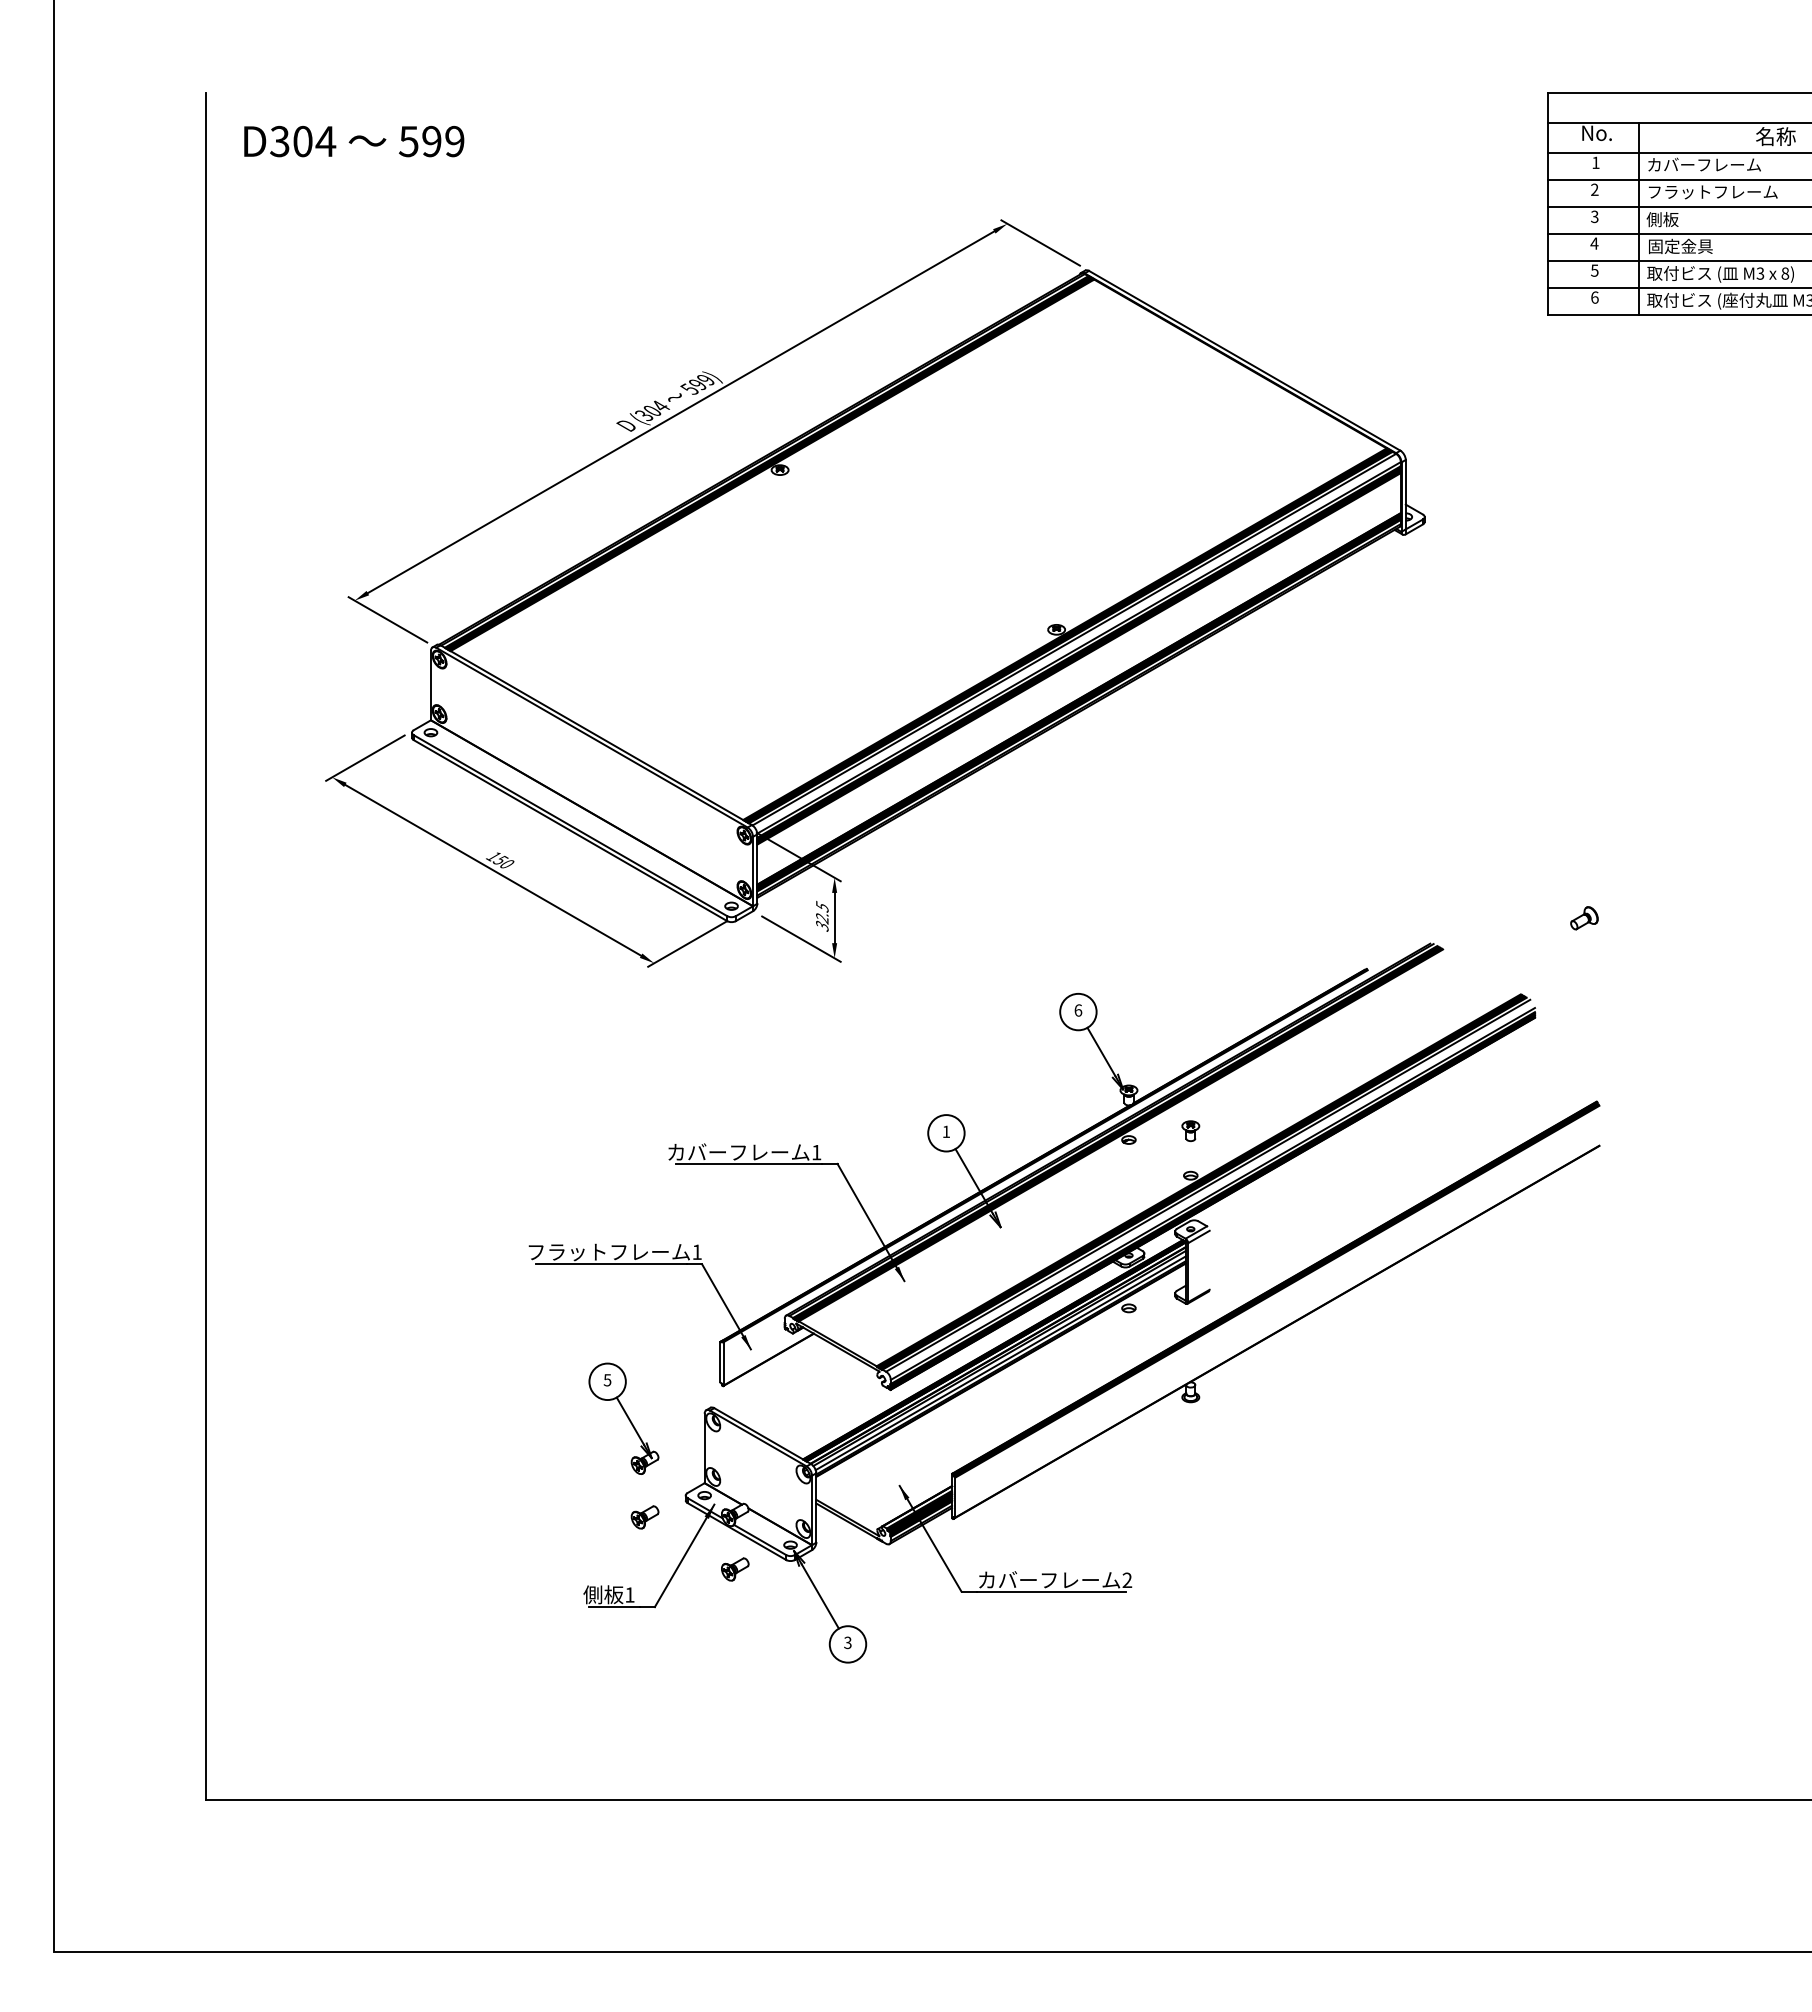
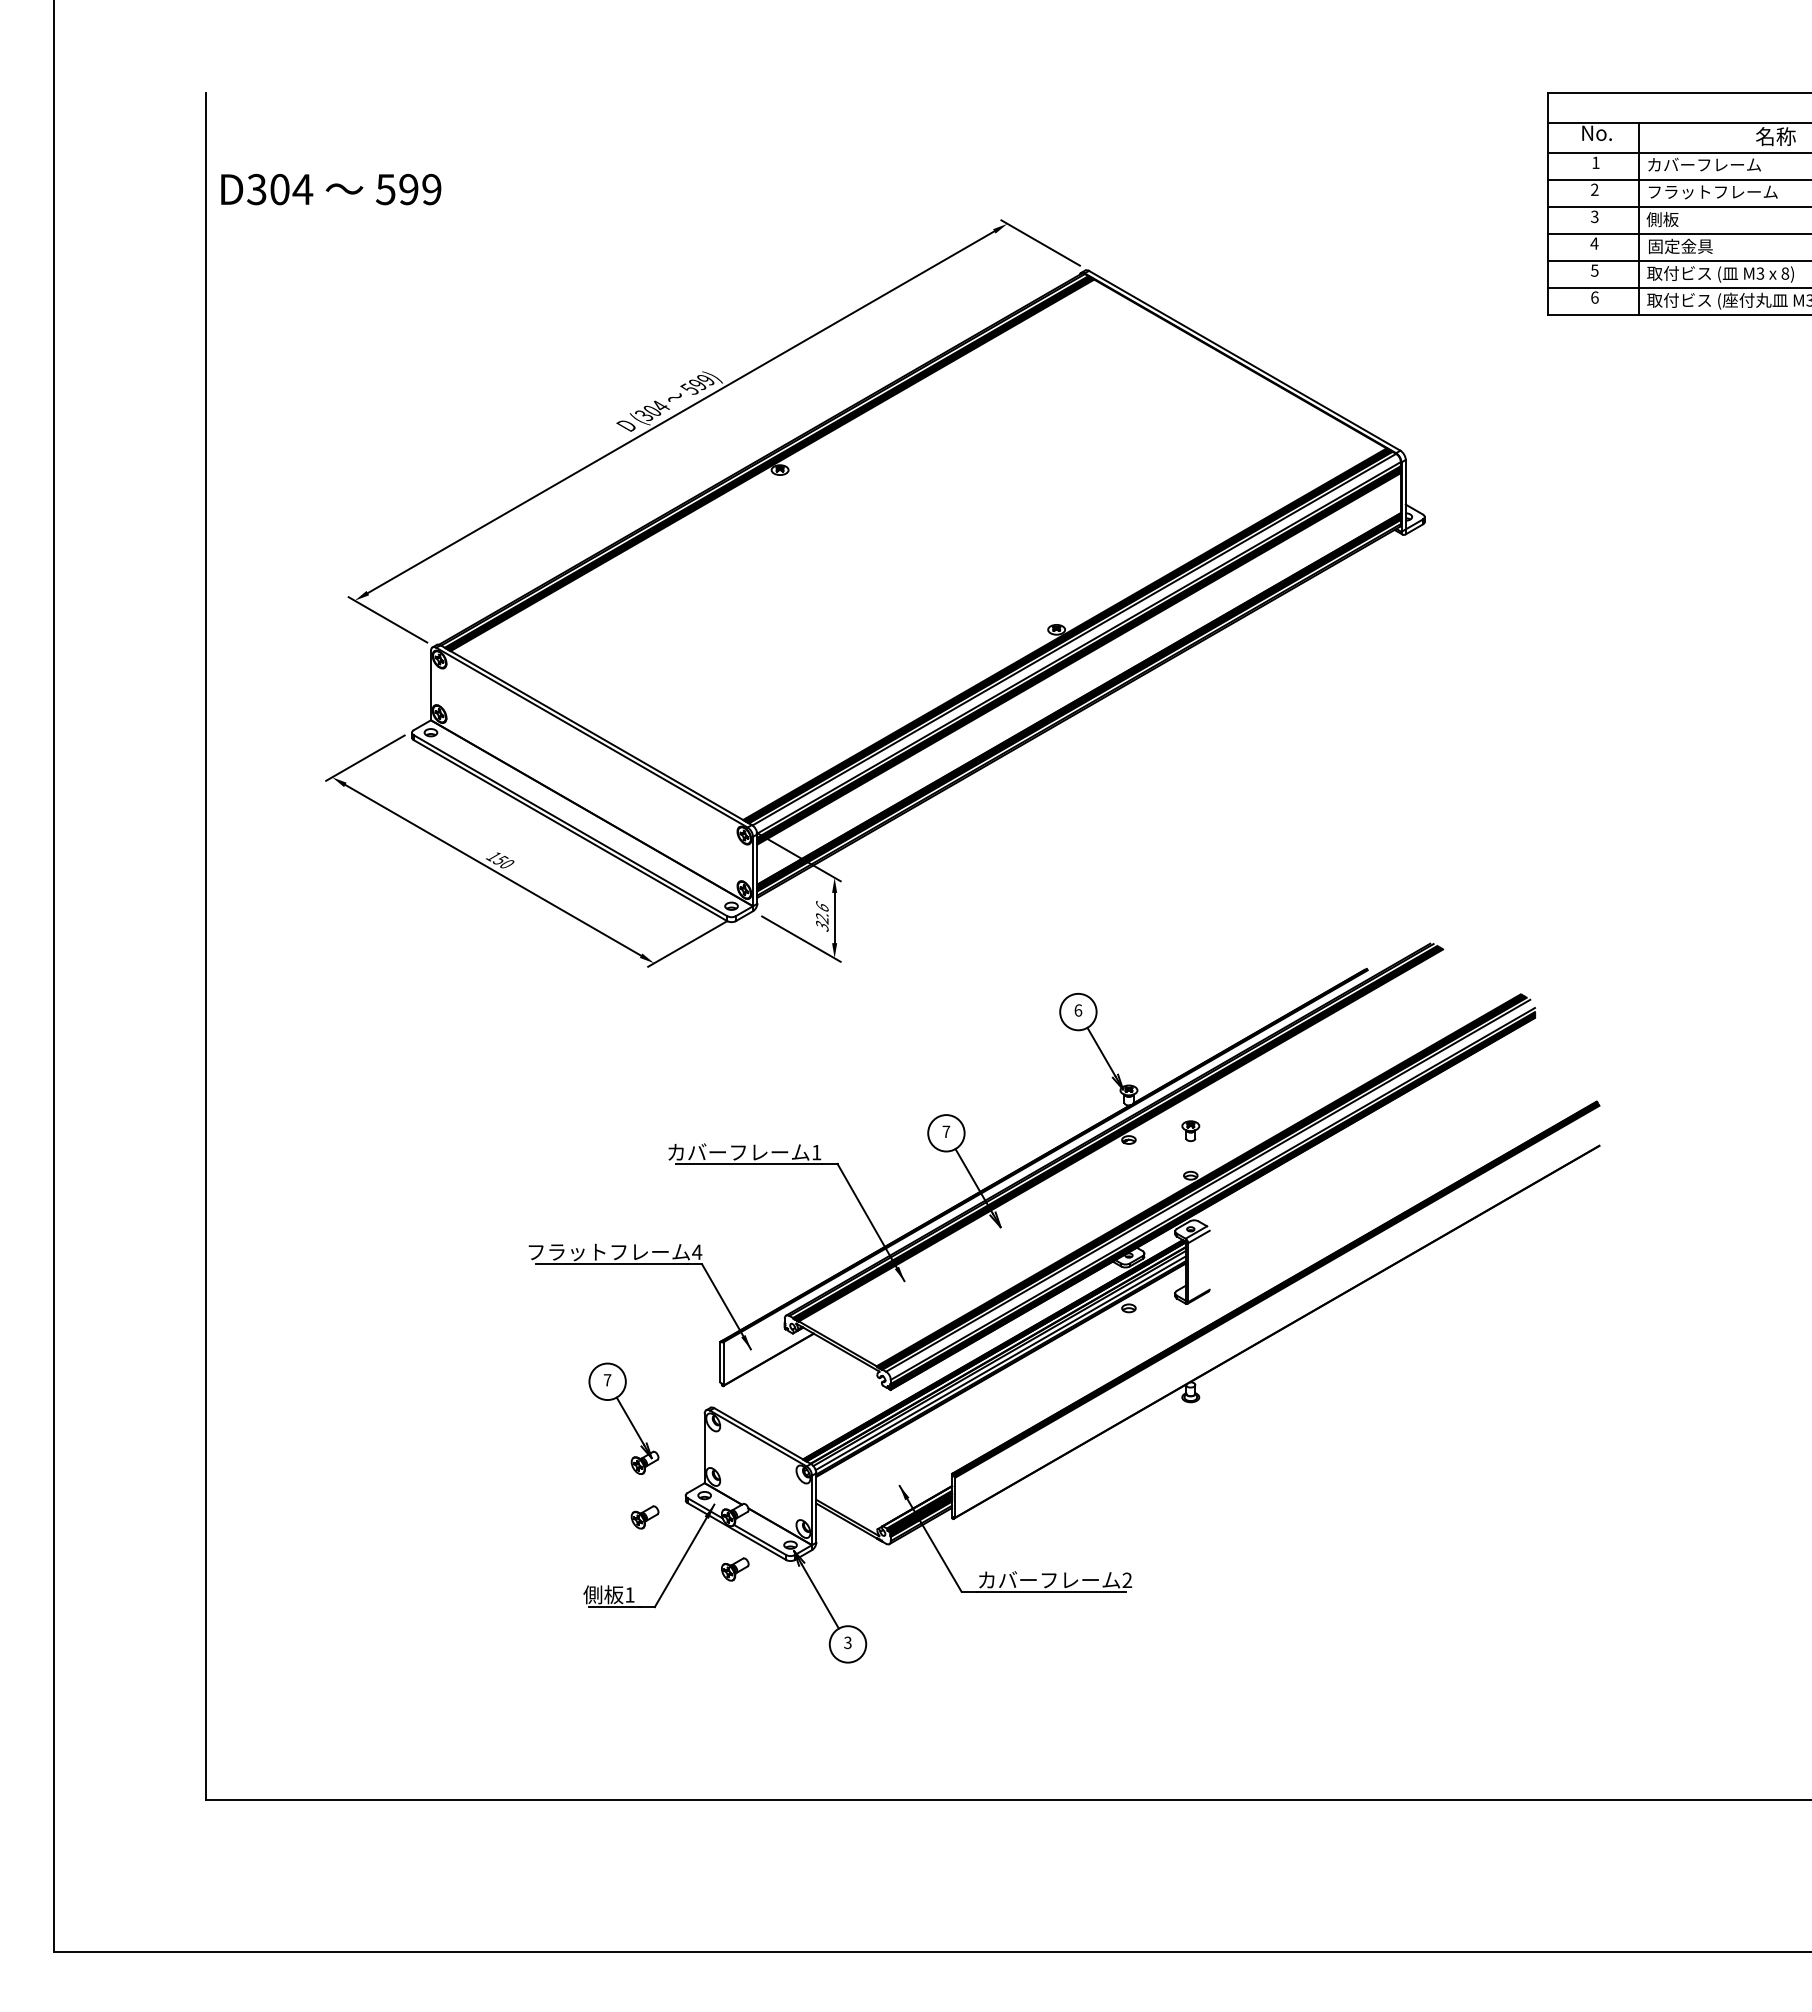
text at (354, 141) position: (354, 141) -> (331, 189)
text at (822, 906): 32.5 -> 32.6
part at (1584, 918): present -> none
text at (946, 1131): 1 -> 7
text at (697, 1251): 1 -> 4
text at (607, 1380): 5 -> 7
